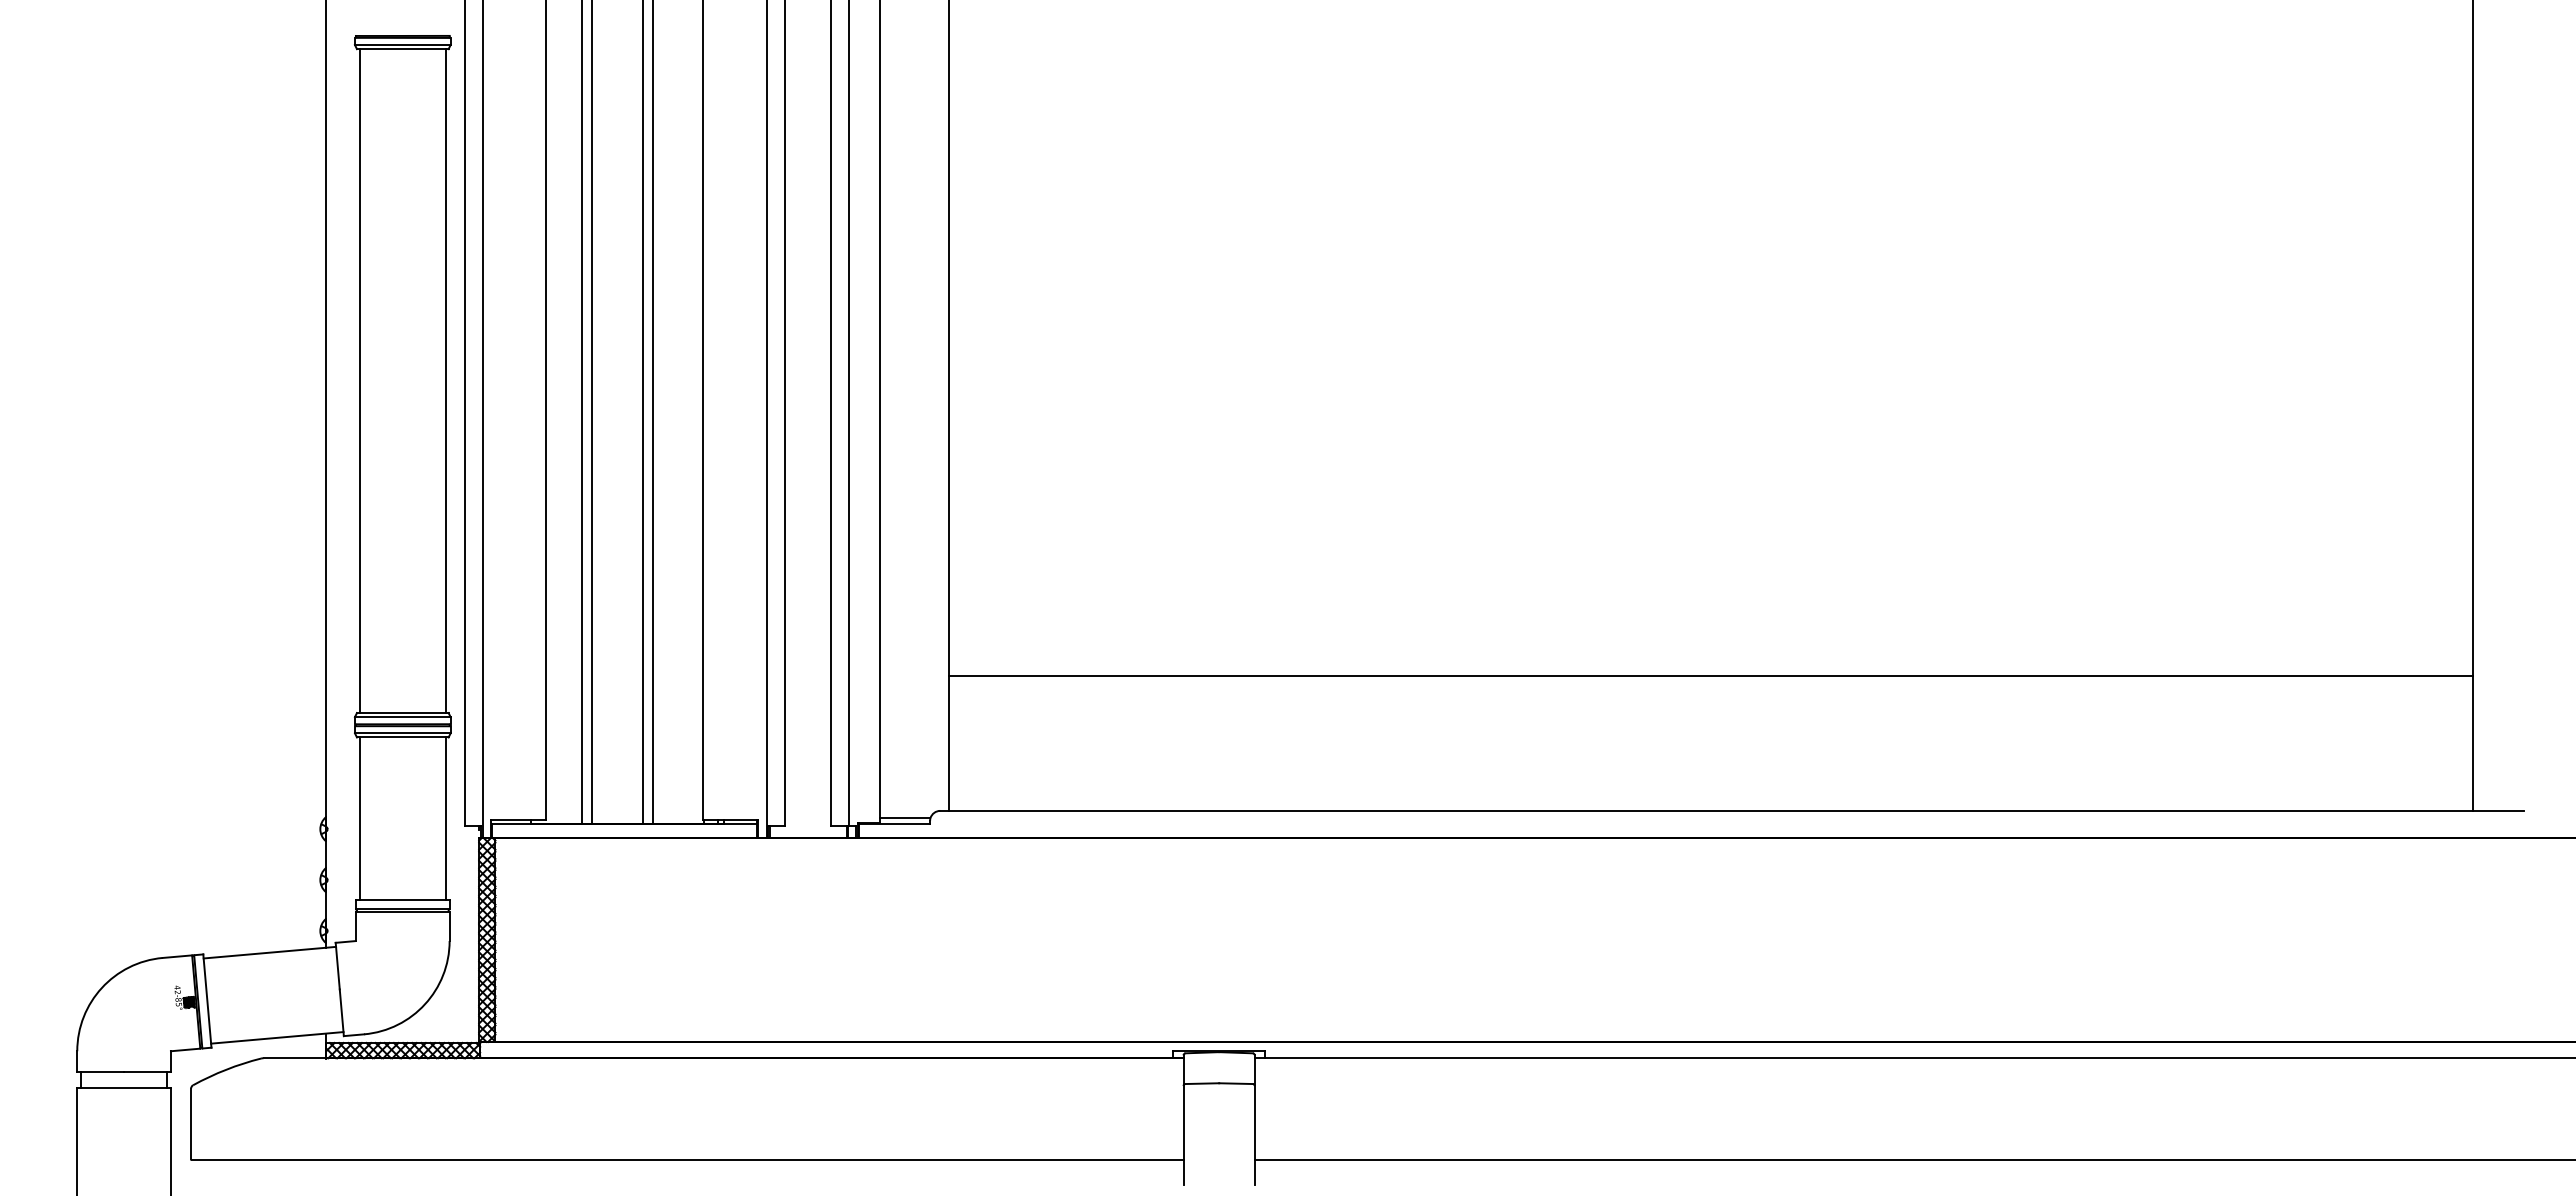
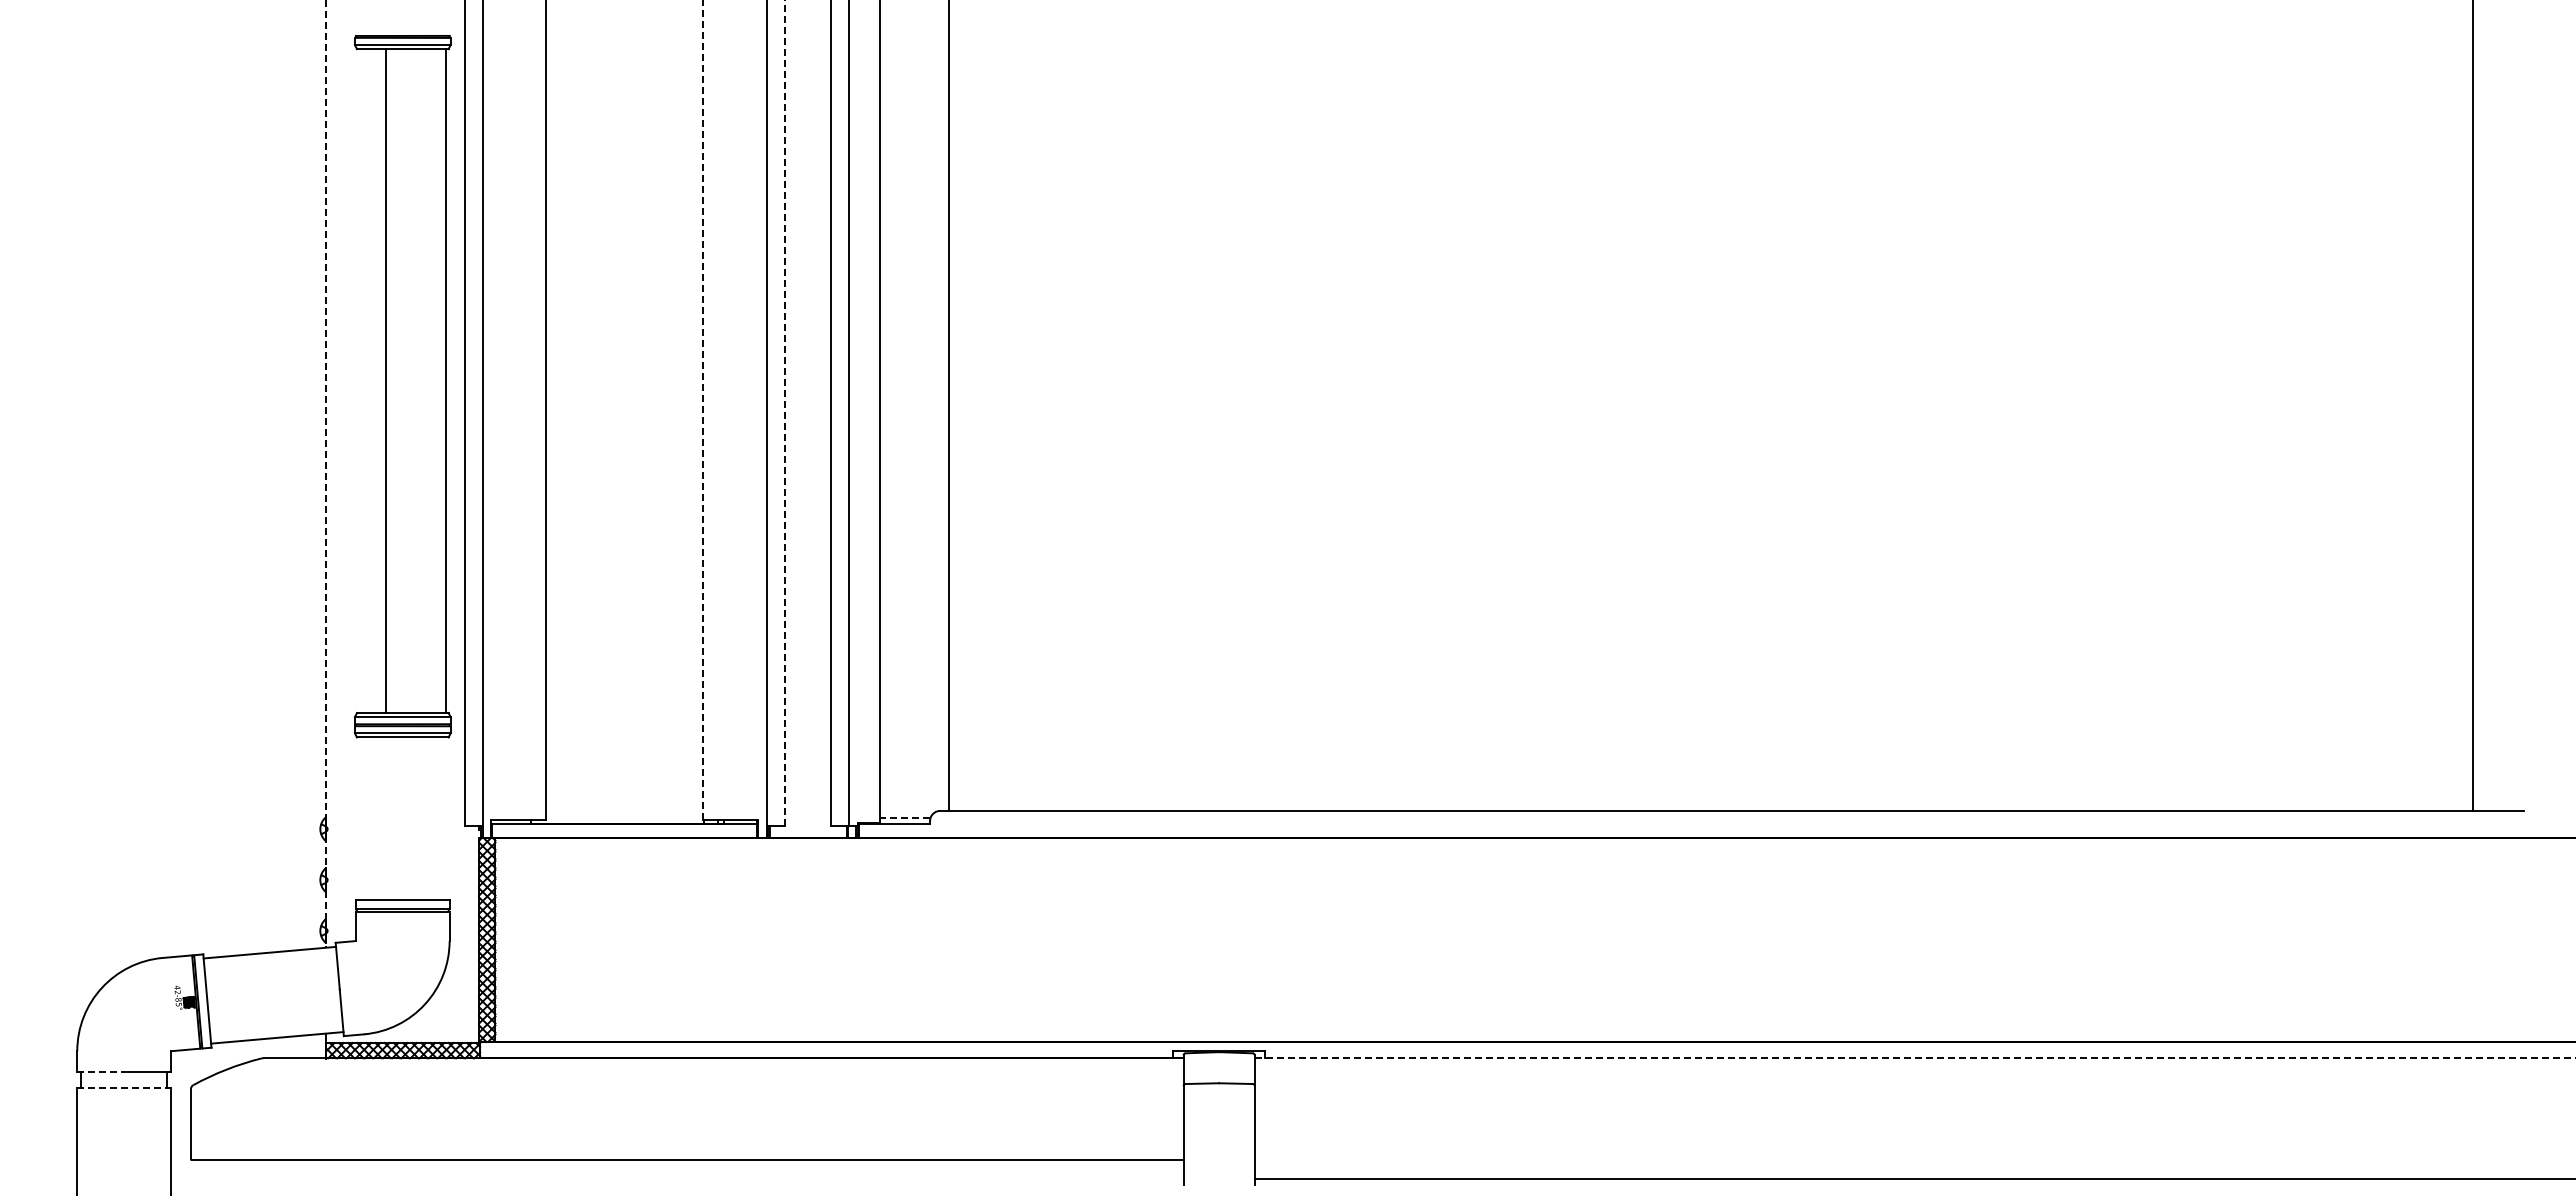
line at (360, 381) position: (360, 381) -> (386, 381)
line at (703, 410): solid -> dashed
line at (581, 413): present -> none
line at (592, 413): present -> none
line at (643, 413): present -> none
line at (653, 413): present -> none
line at (784, 413): solid -> dashed
line at (326, 474): solid -> dashed
line at (1711, 675): present -> none
line at (360, 818): present -> none
line at (445, 818): present -> none
line at (905, 818): solid -> dashed
line at (1915, 1058): solid -> dashed
line at (101, 1071): solid -> dashed
line at (124, 1088): solid -> dashed
line at (1913, 1160) position: (1913, 1160) -> (1913, 1179)
